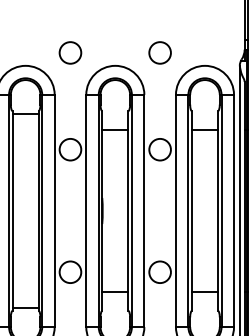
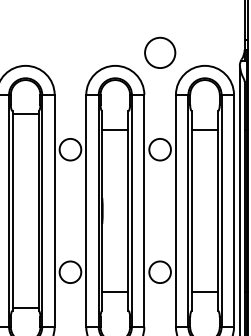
circle at (70, 52): present -> none
circle at (159, 52) size: 24x24 px -> 33x33 px
